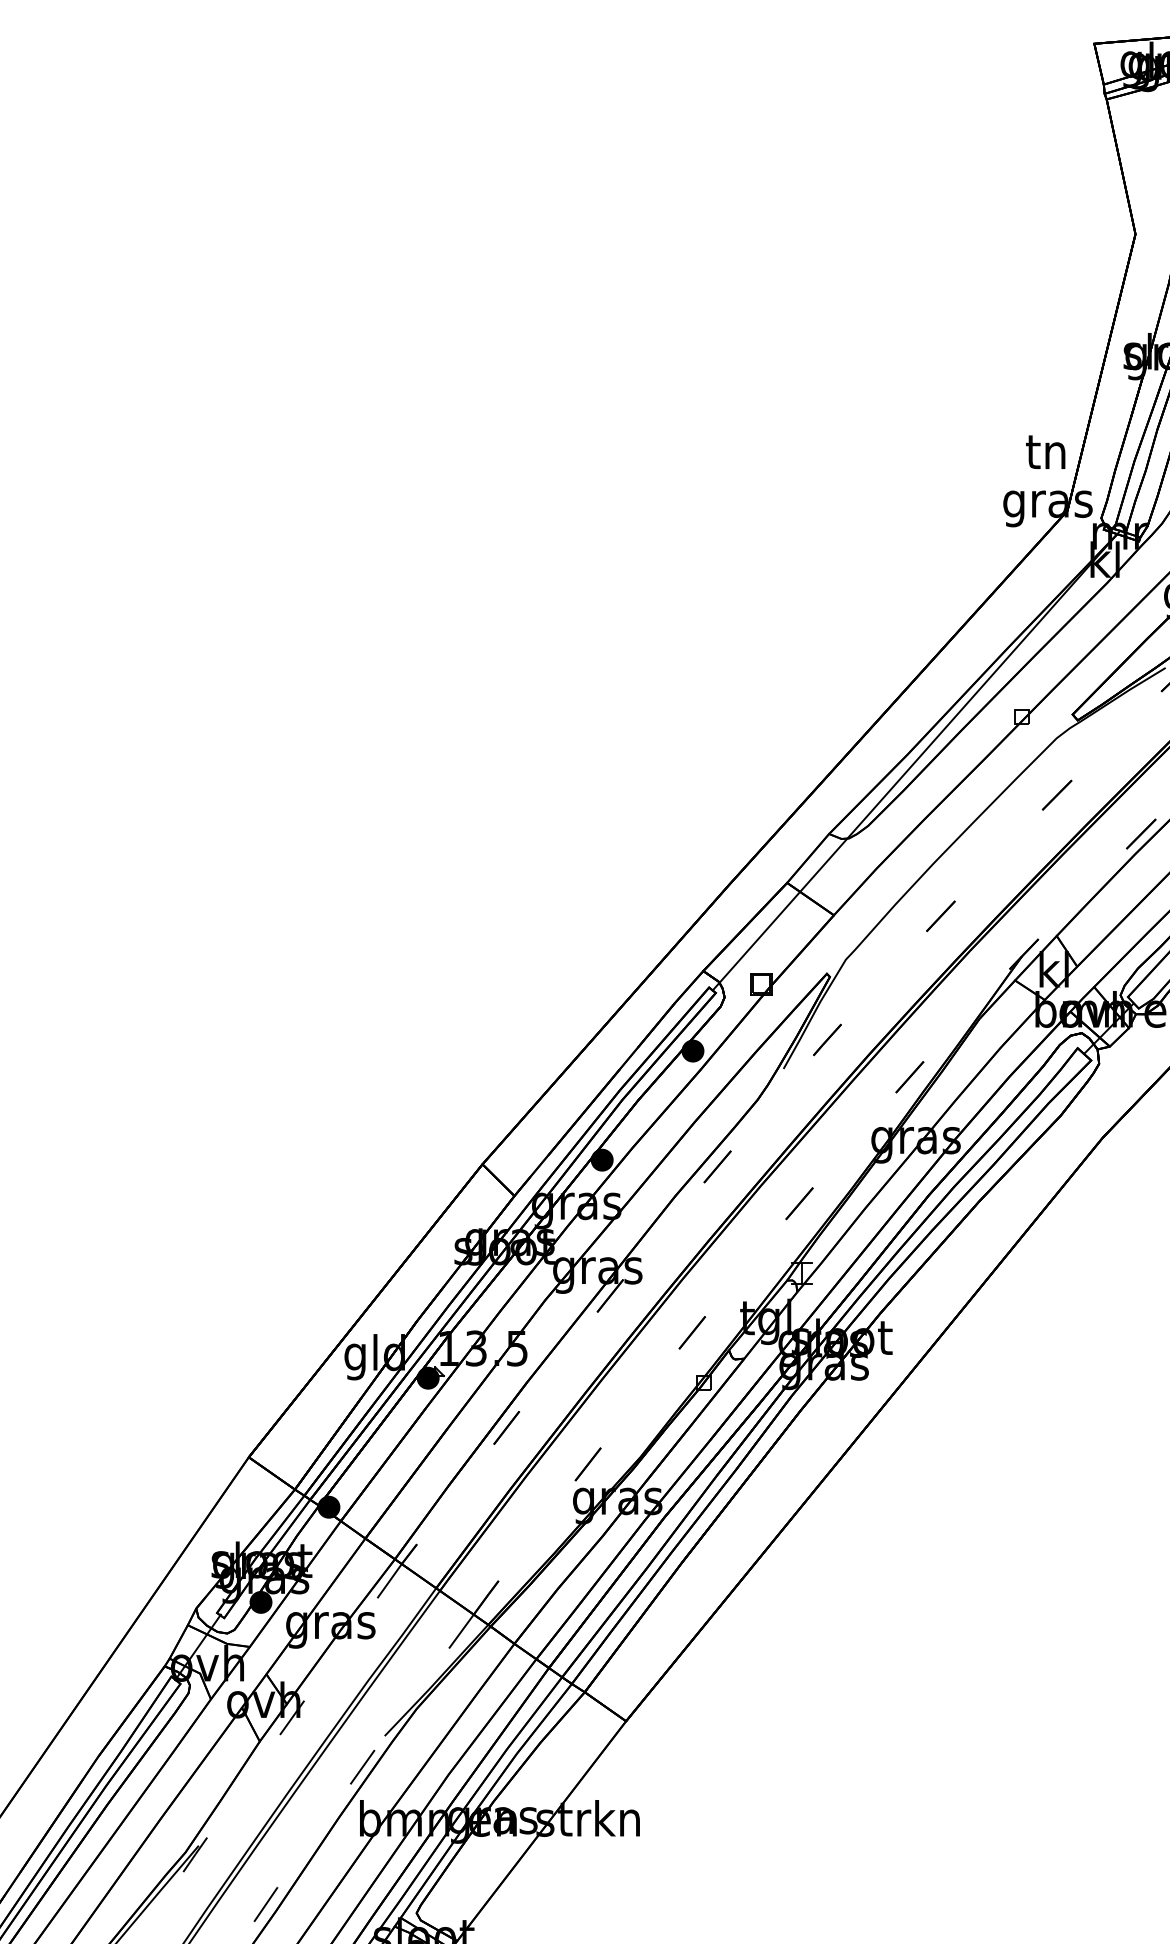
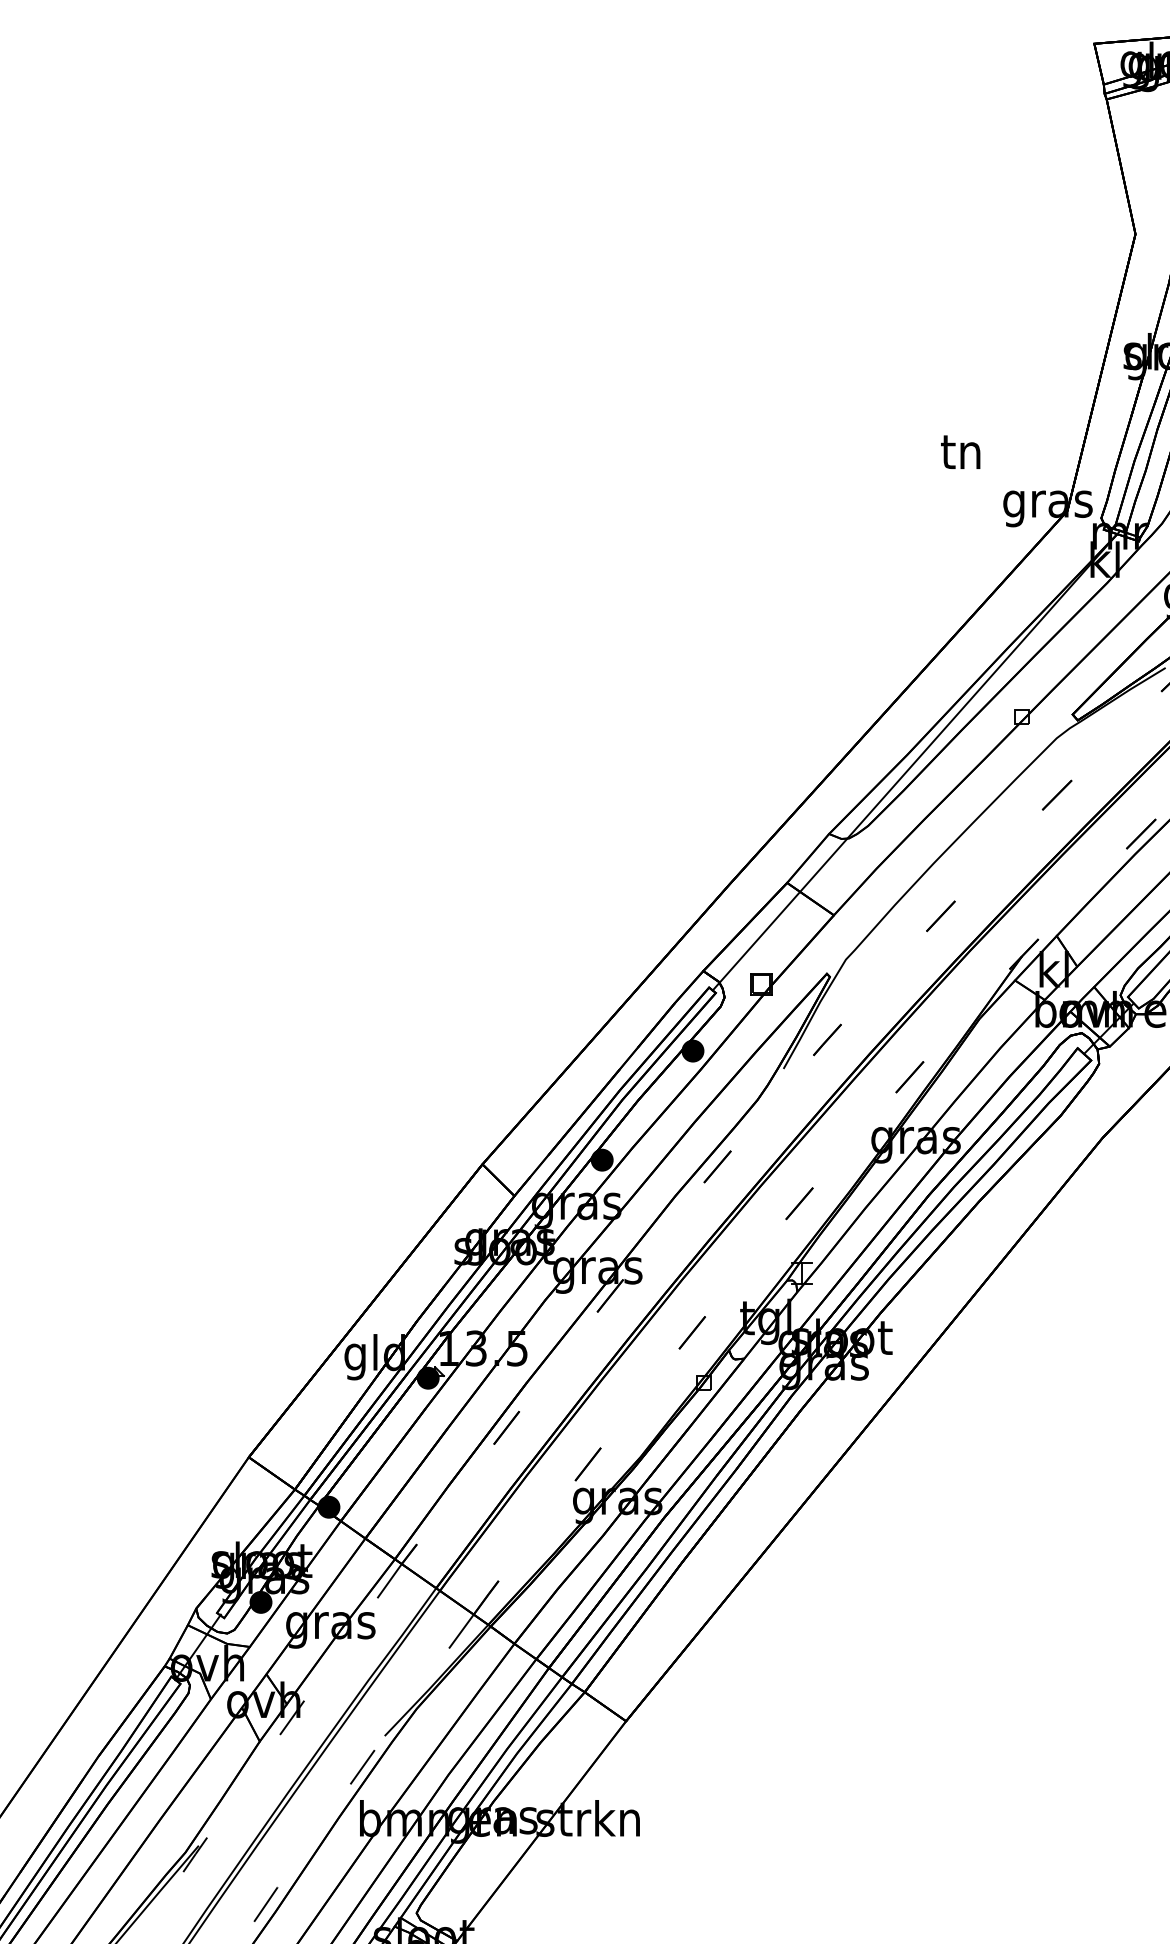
text at (1045, 451) position: (1045, 451) -> (960, 451)
